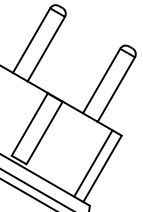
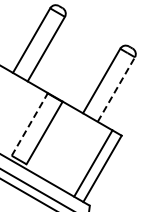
line at (116, 89): solid -> dashed
line at (30, 124): solid -> dashed
